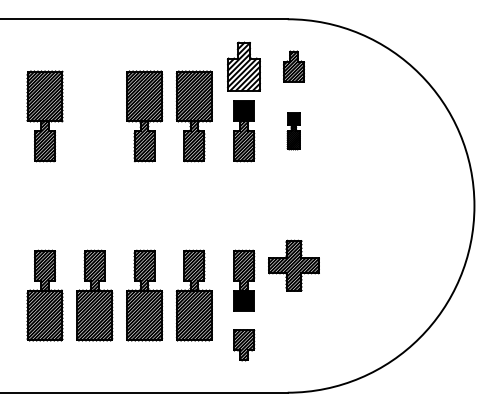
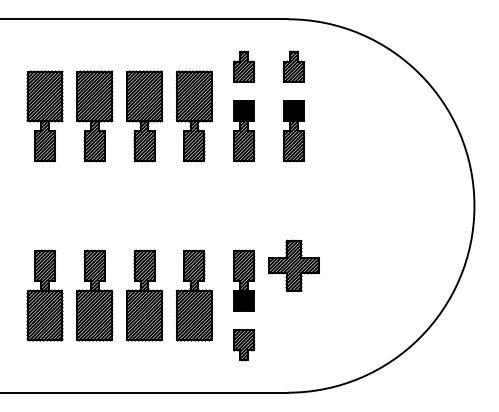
part at (243, 66) size: 34x51 px -> 23x33 px
part at (94, 116): none -> present
part at (293, 131) size: 15x39 px -> 23x63 px
